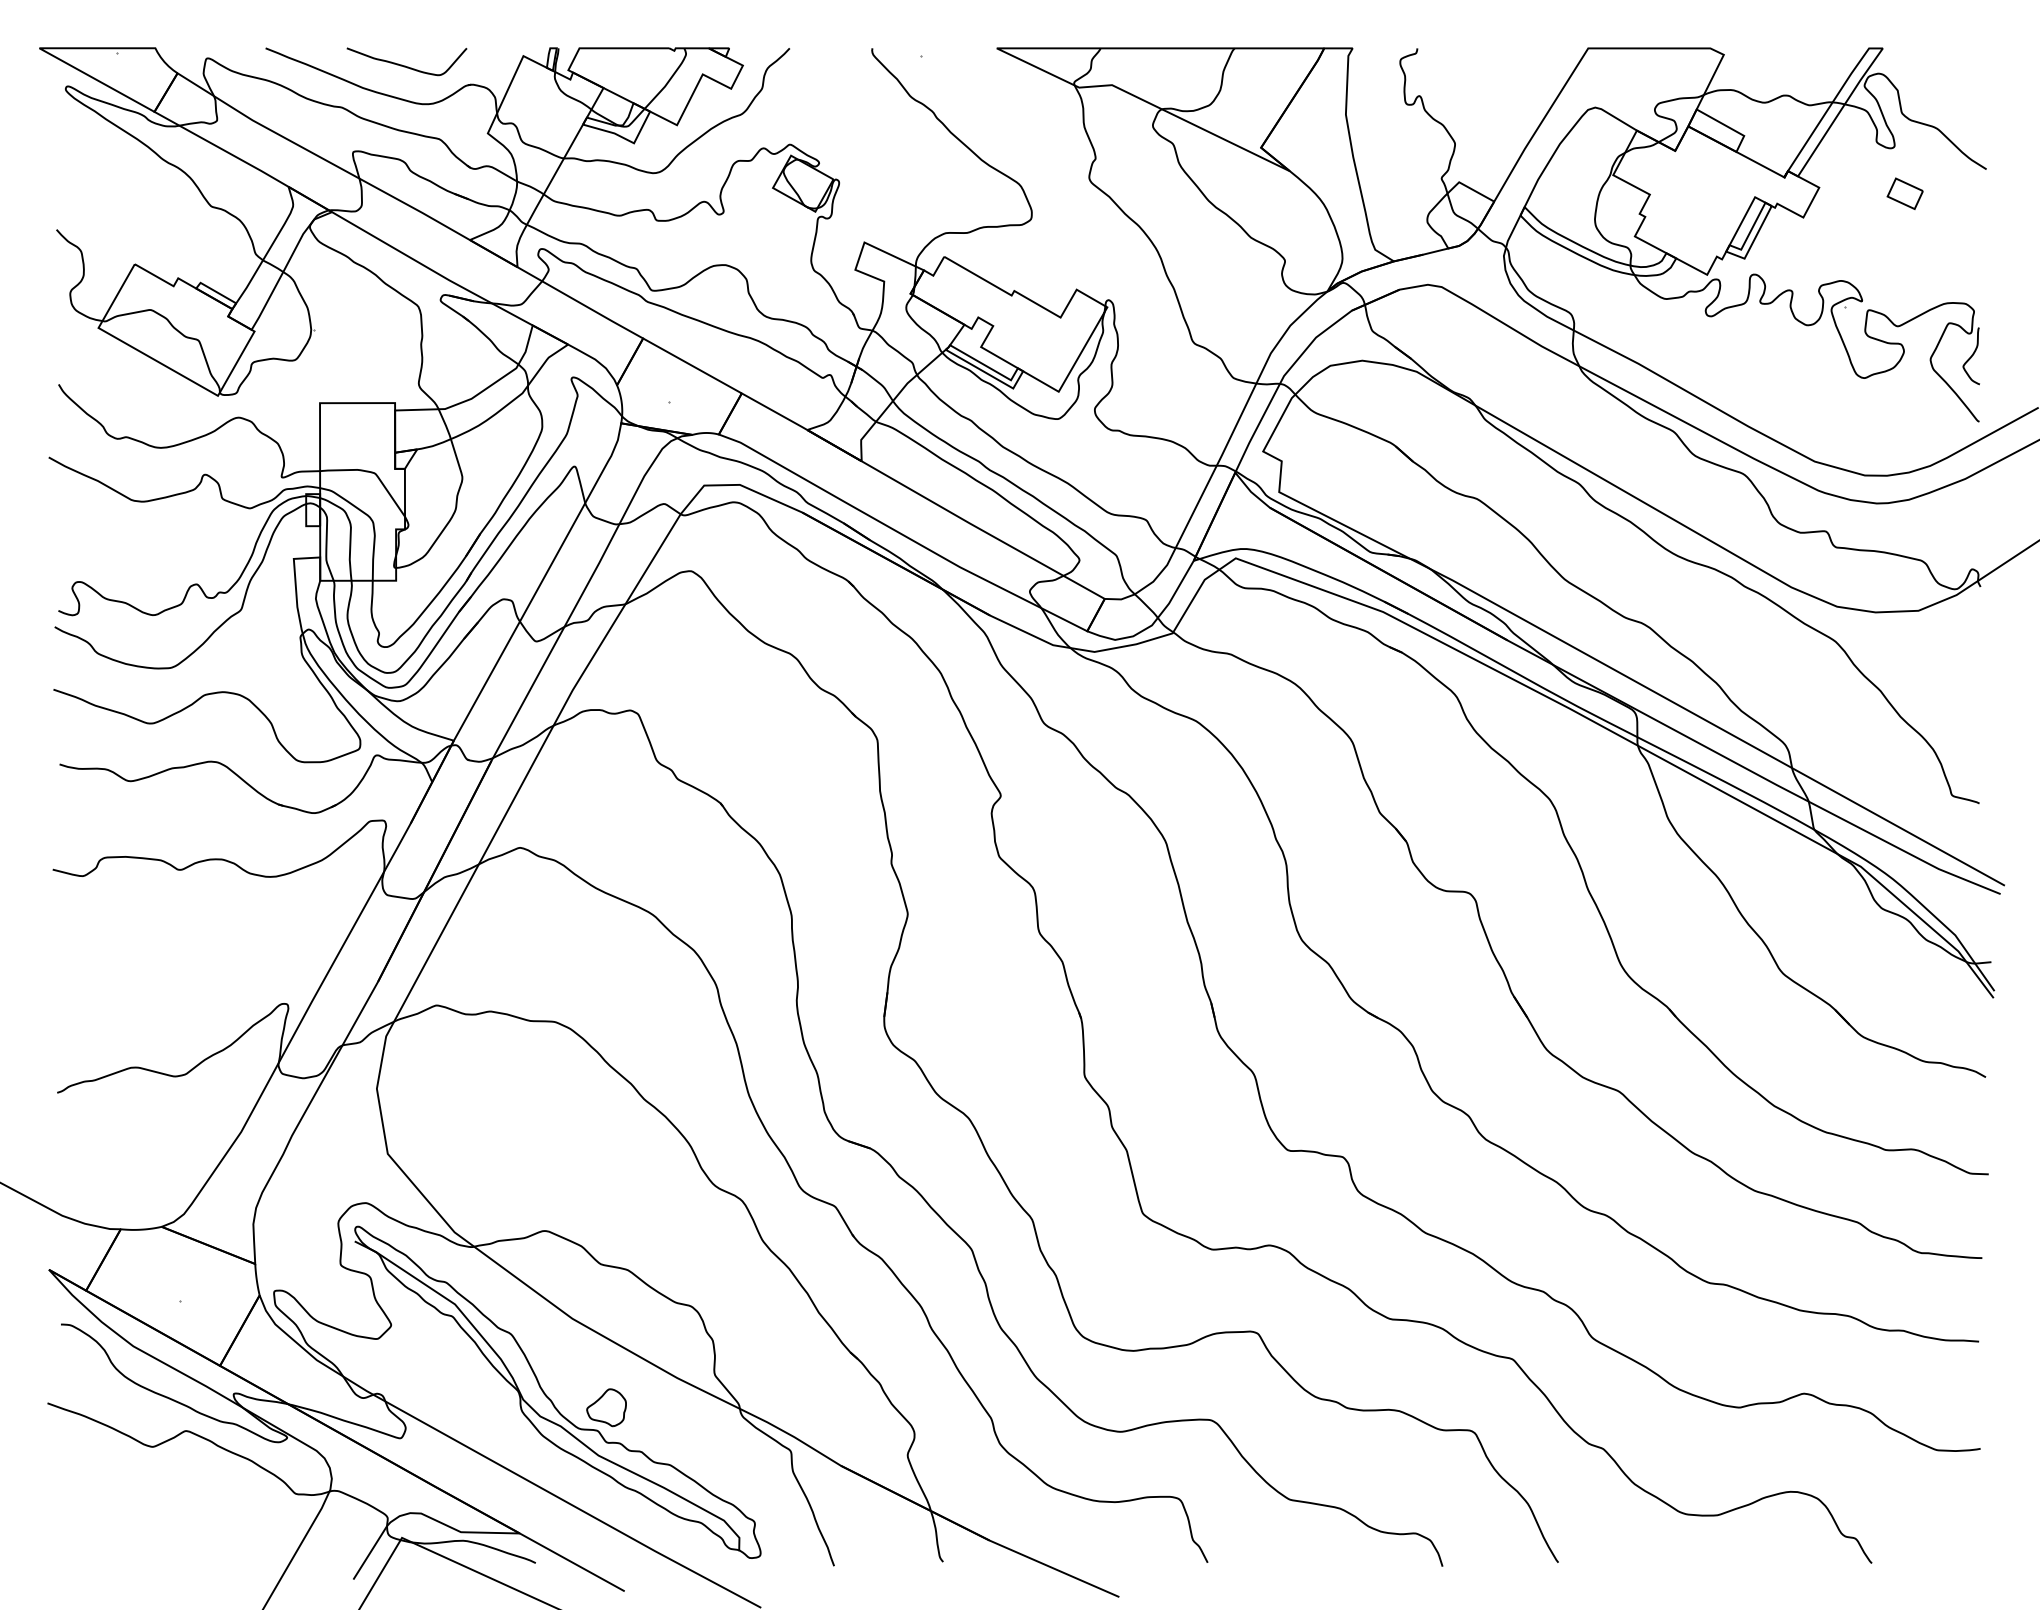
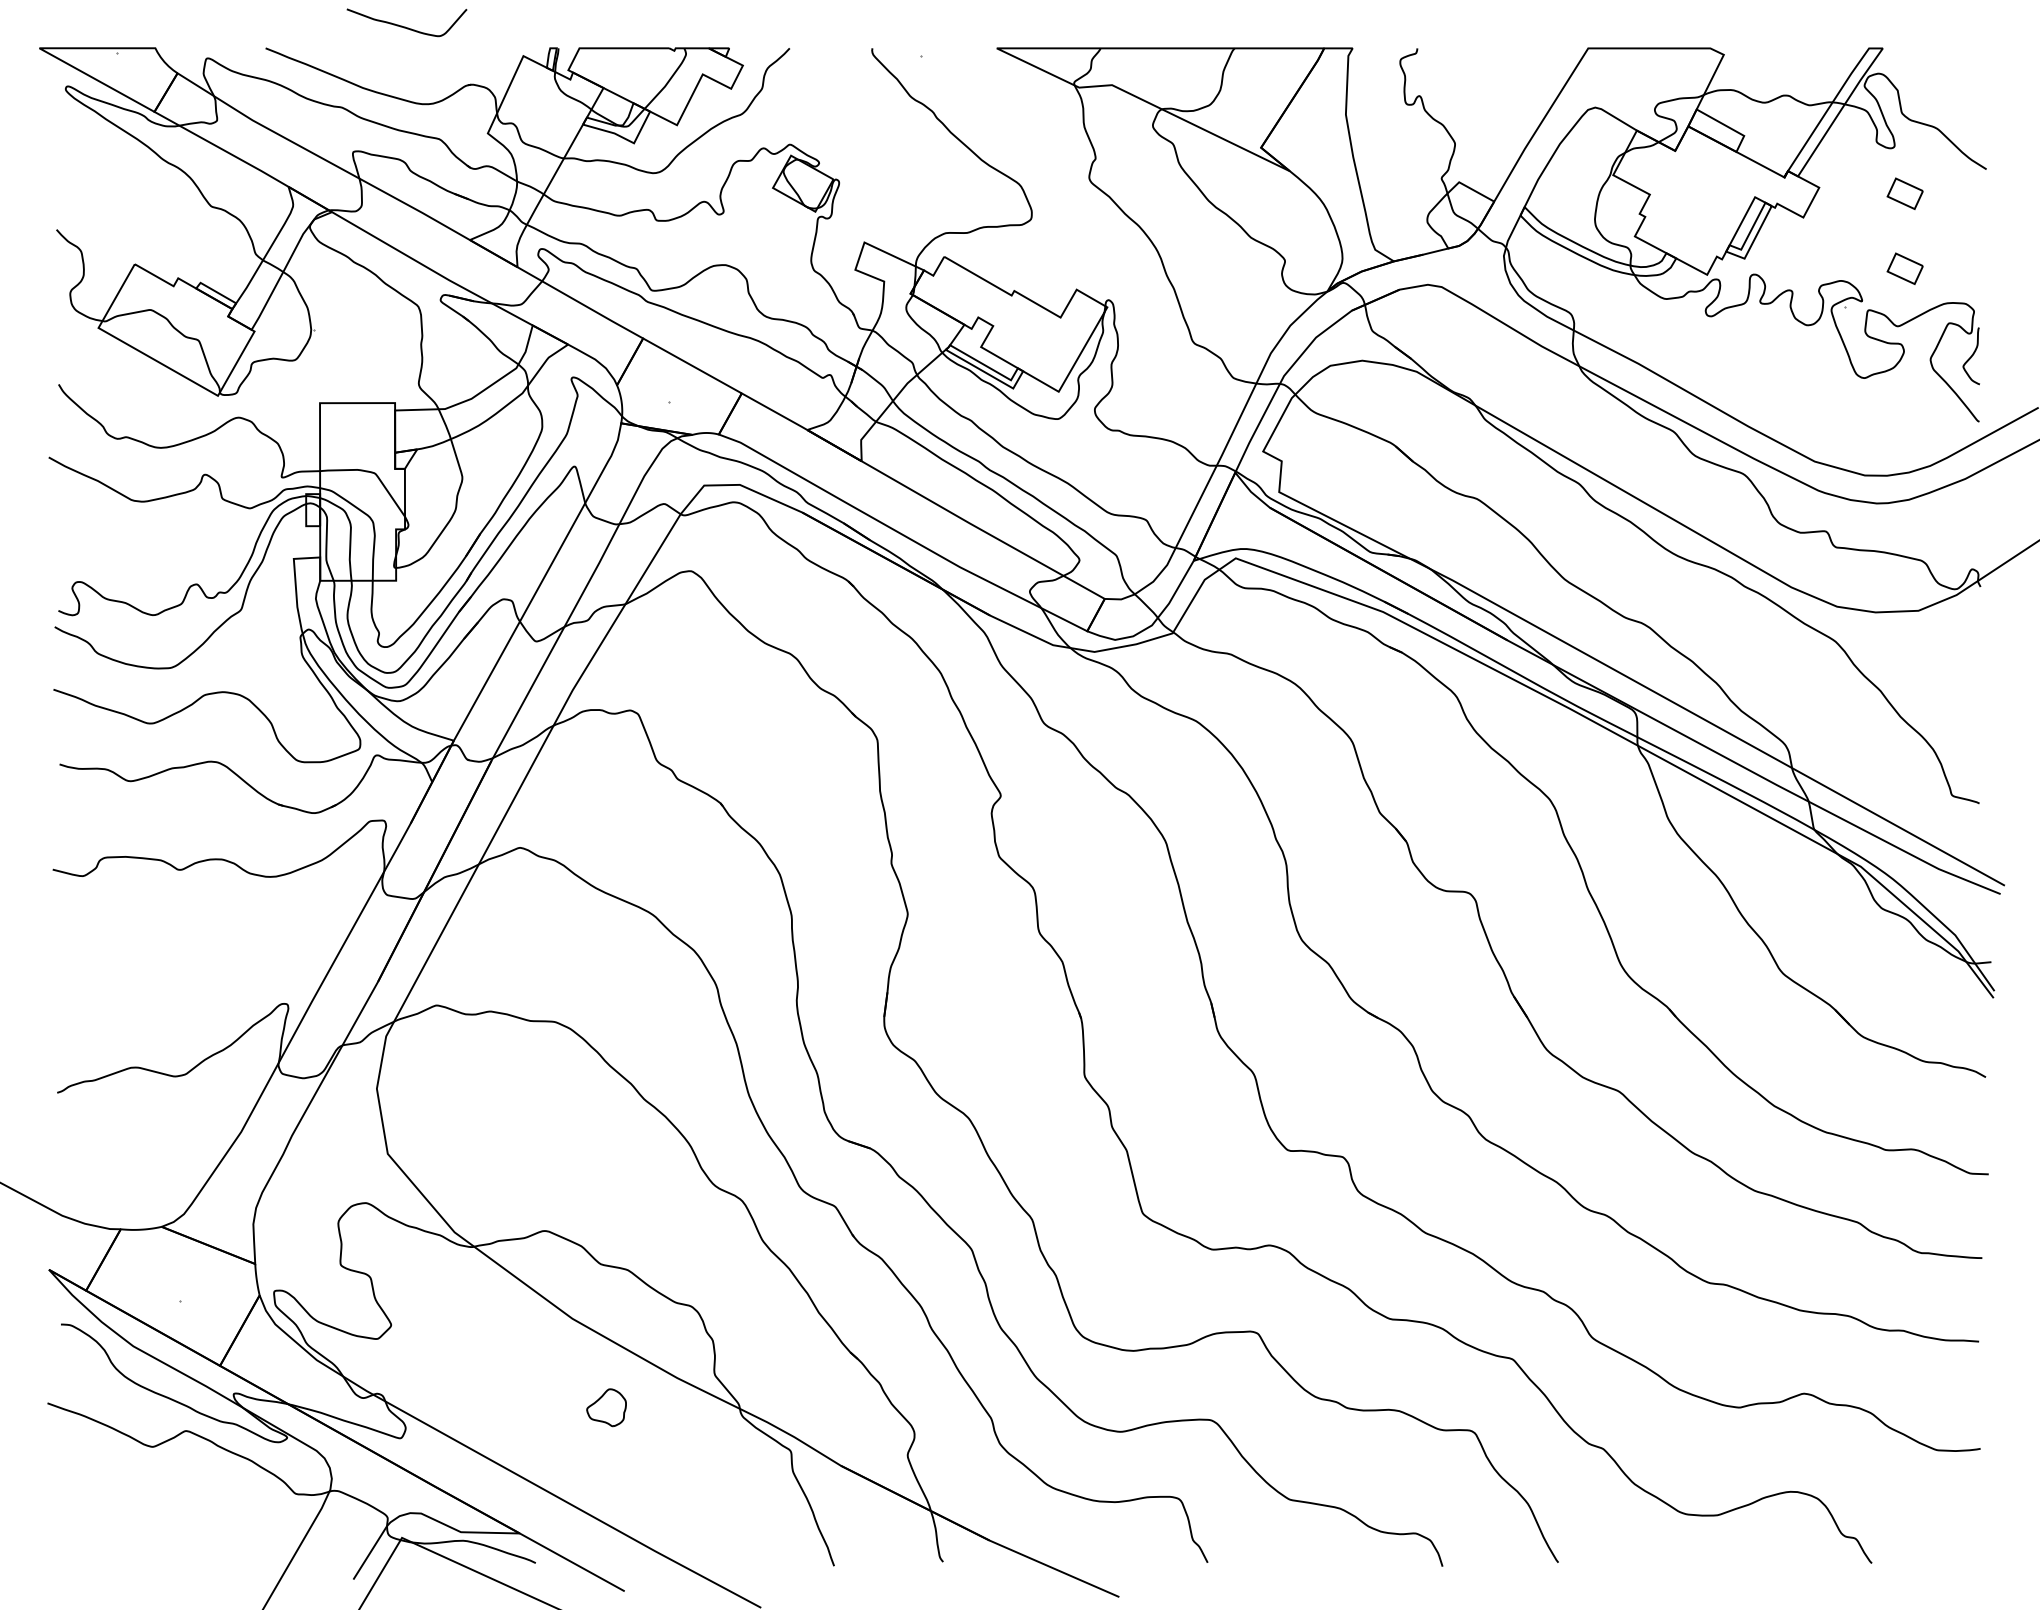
curve at (405, 65) position: (405, 65) -> (405, 26)
part at (1904, 268): none -> present
part at (550, 1398): present -> none
